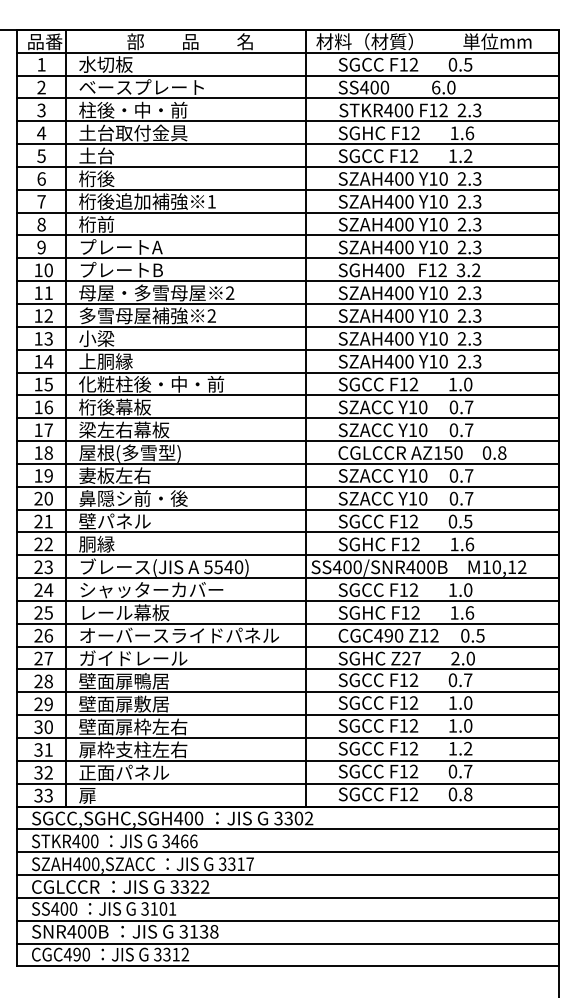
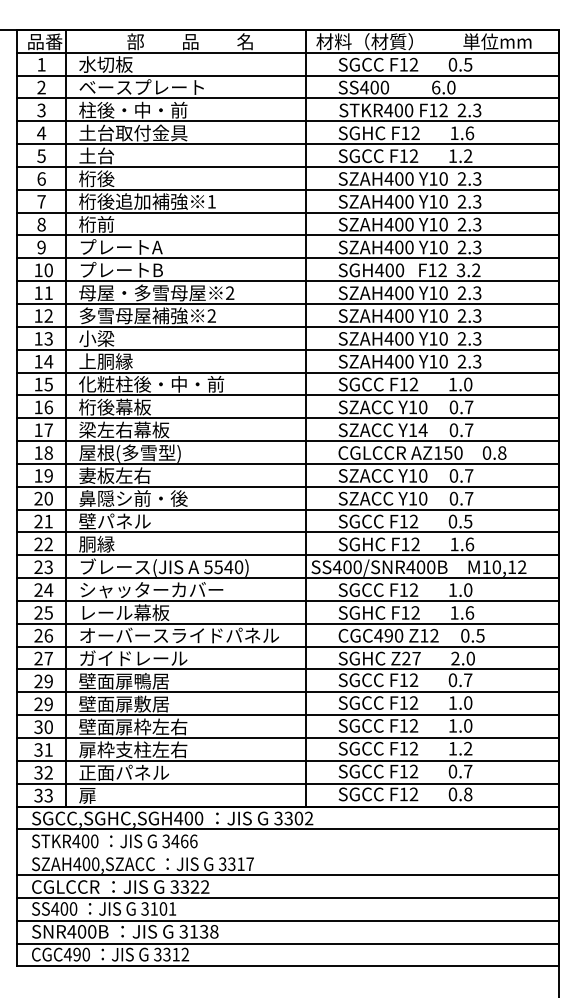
text at (422, 430): Y10 -> Y14
text at (48, 681): 28 -> 29
line at (287, 852): present -> none
